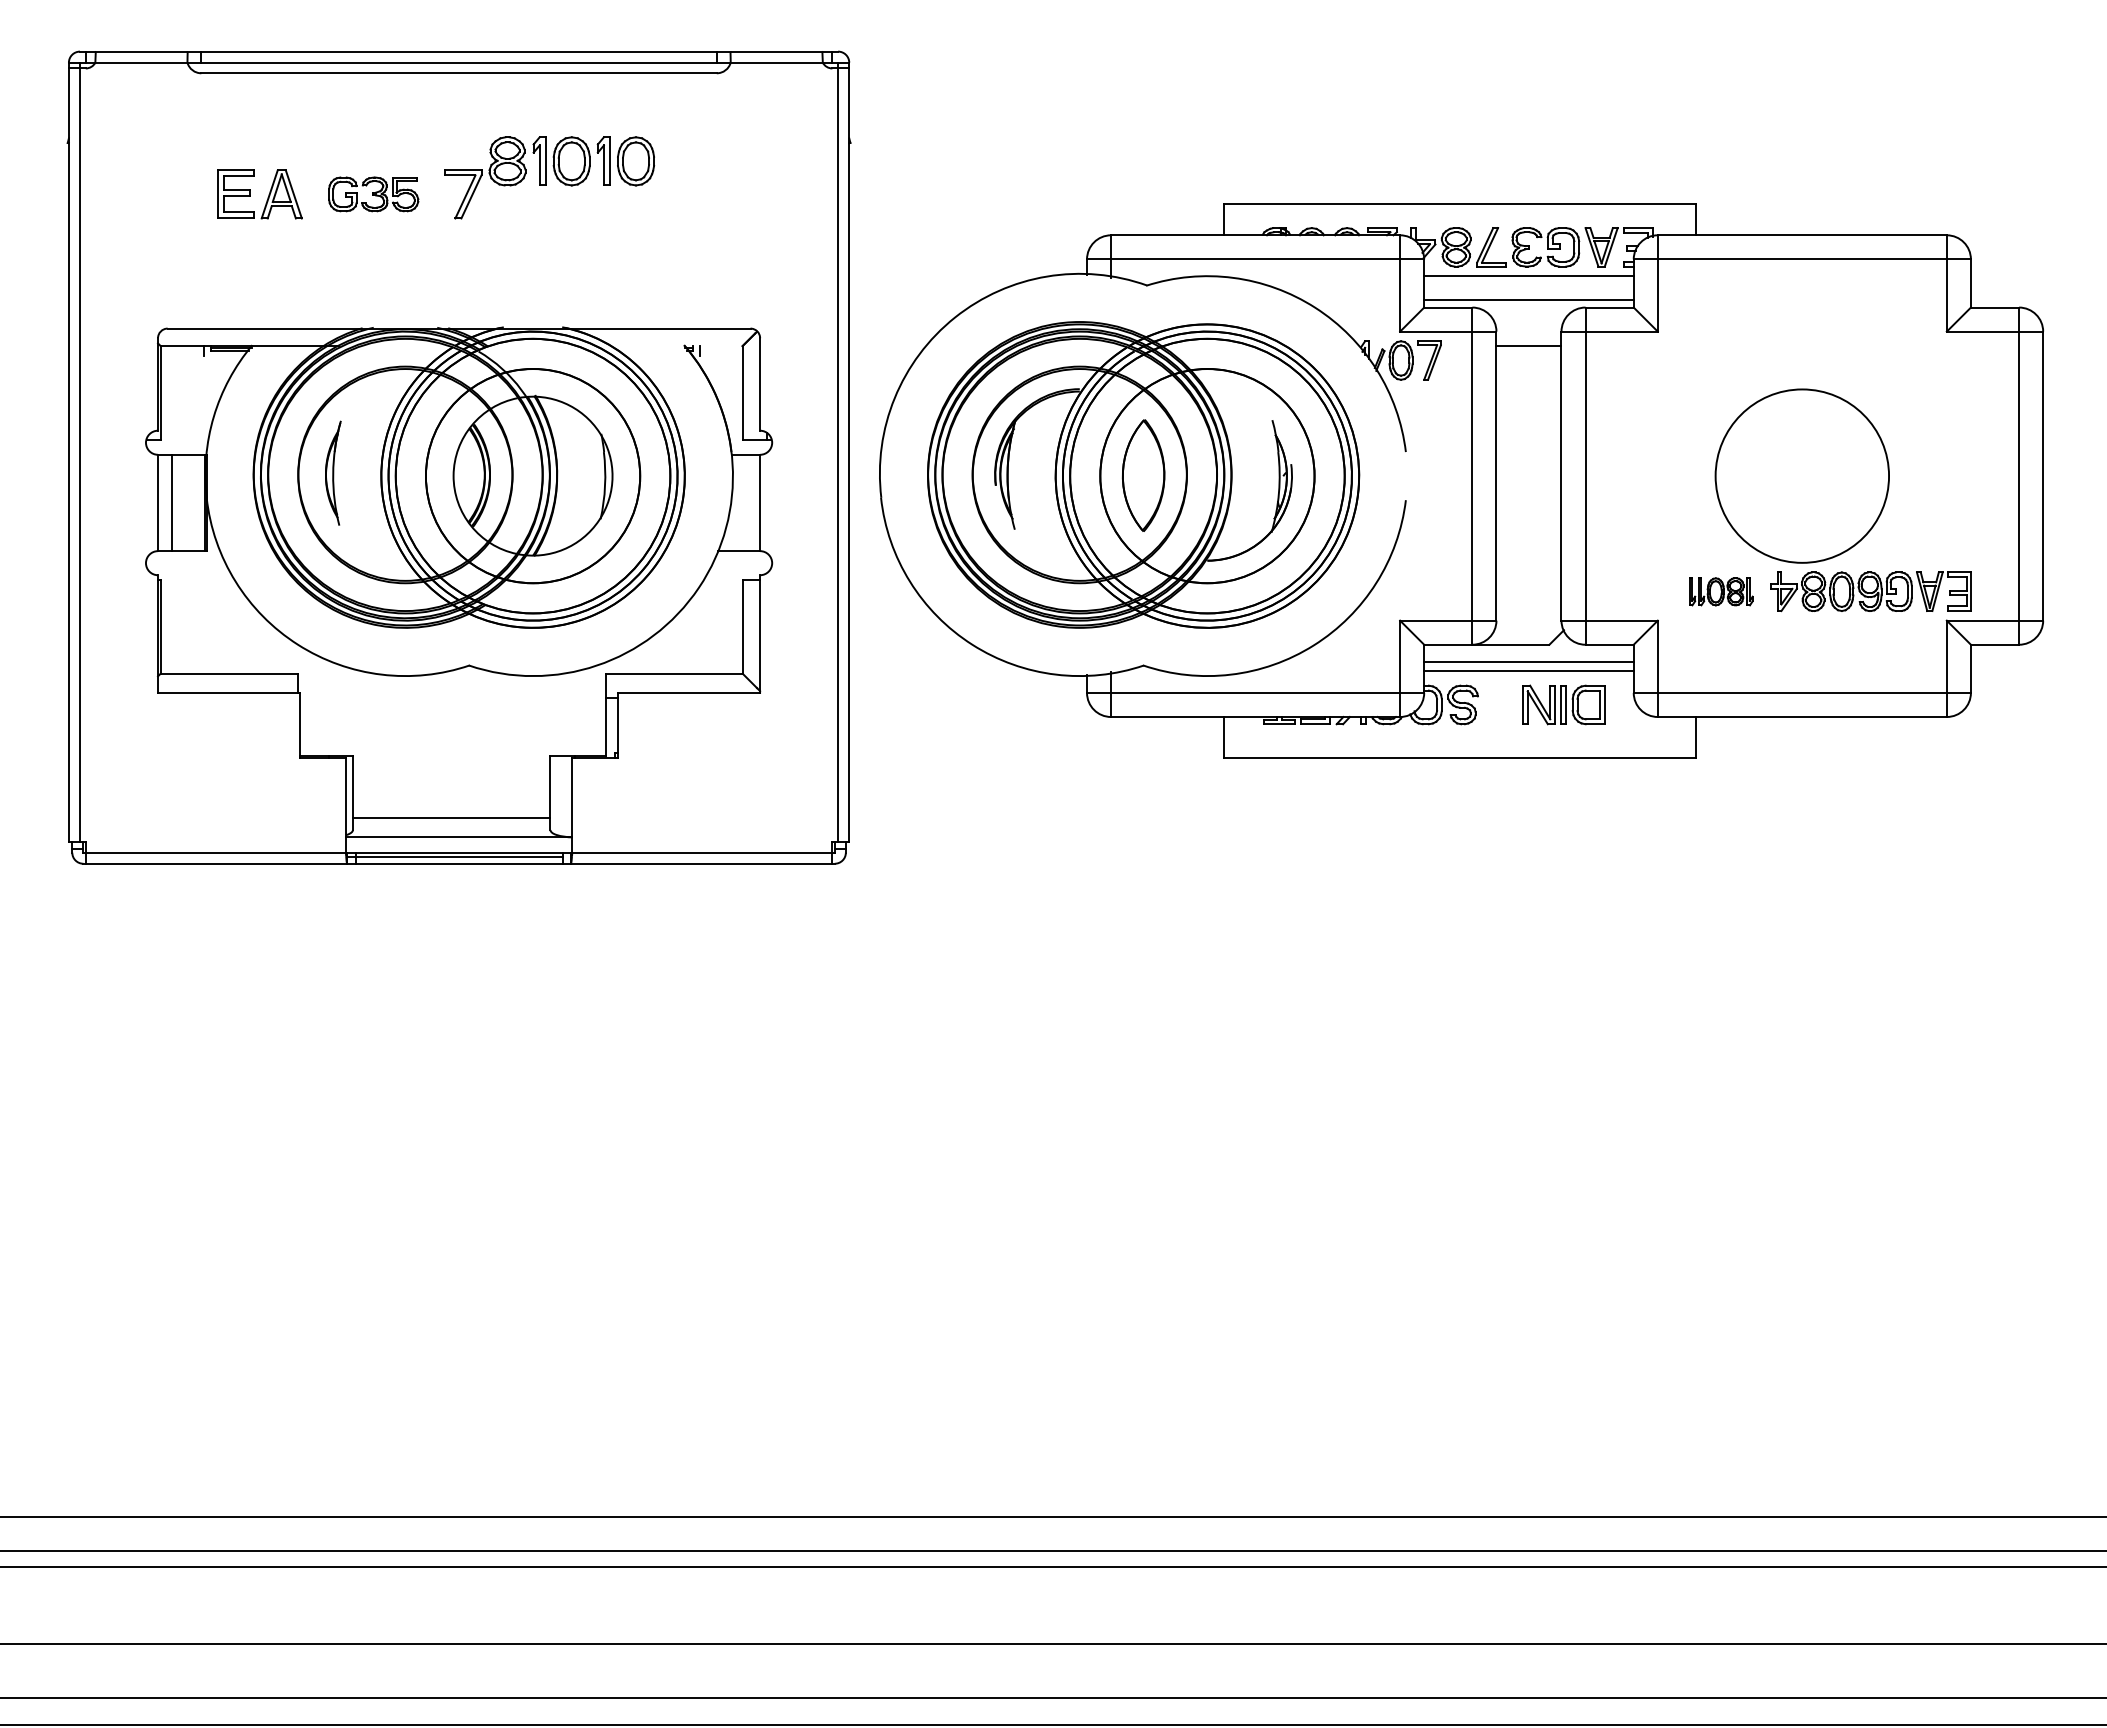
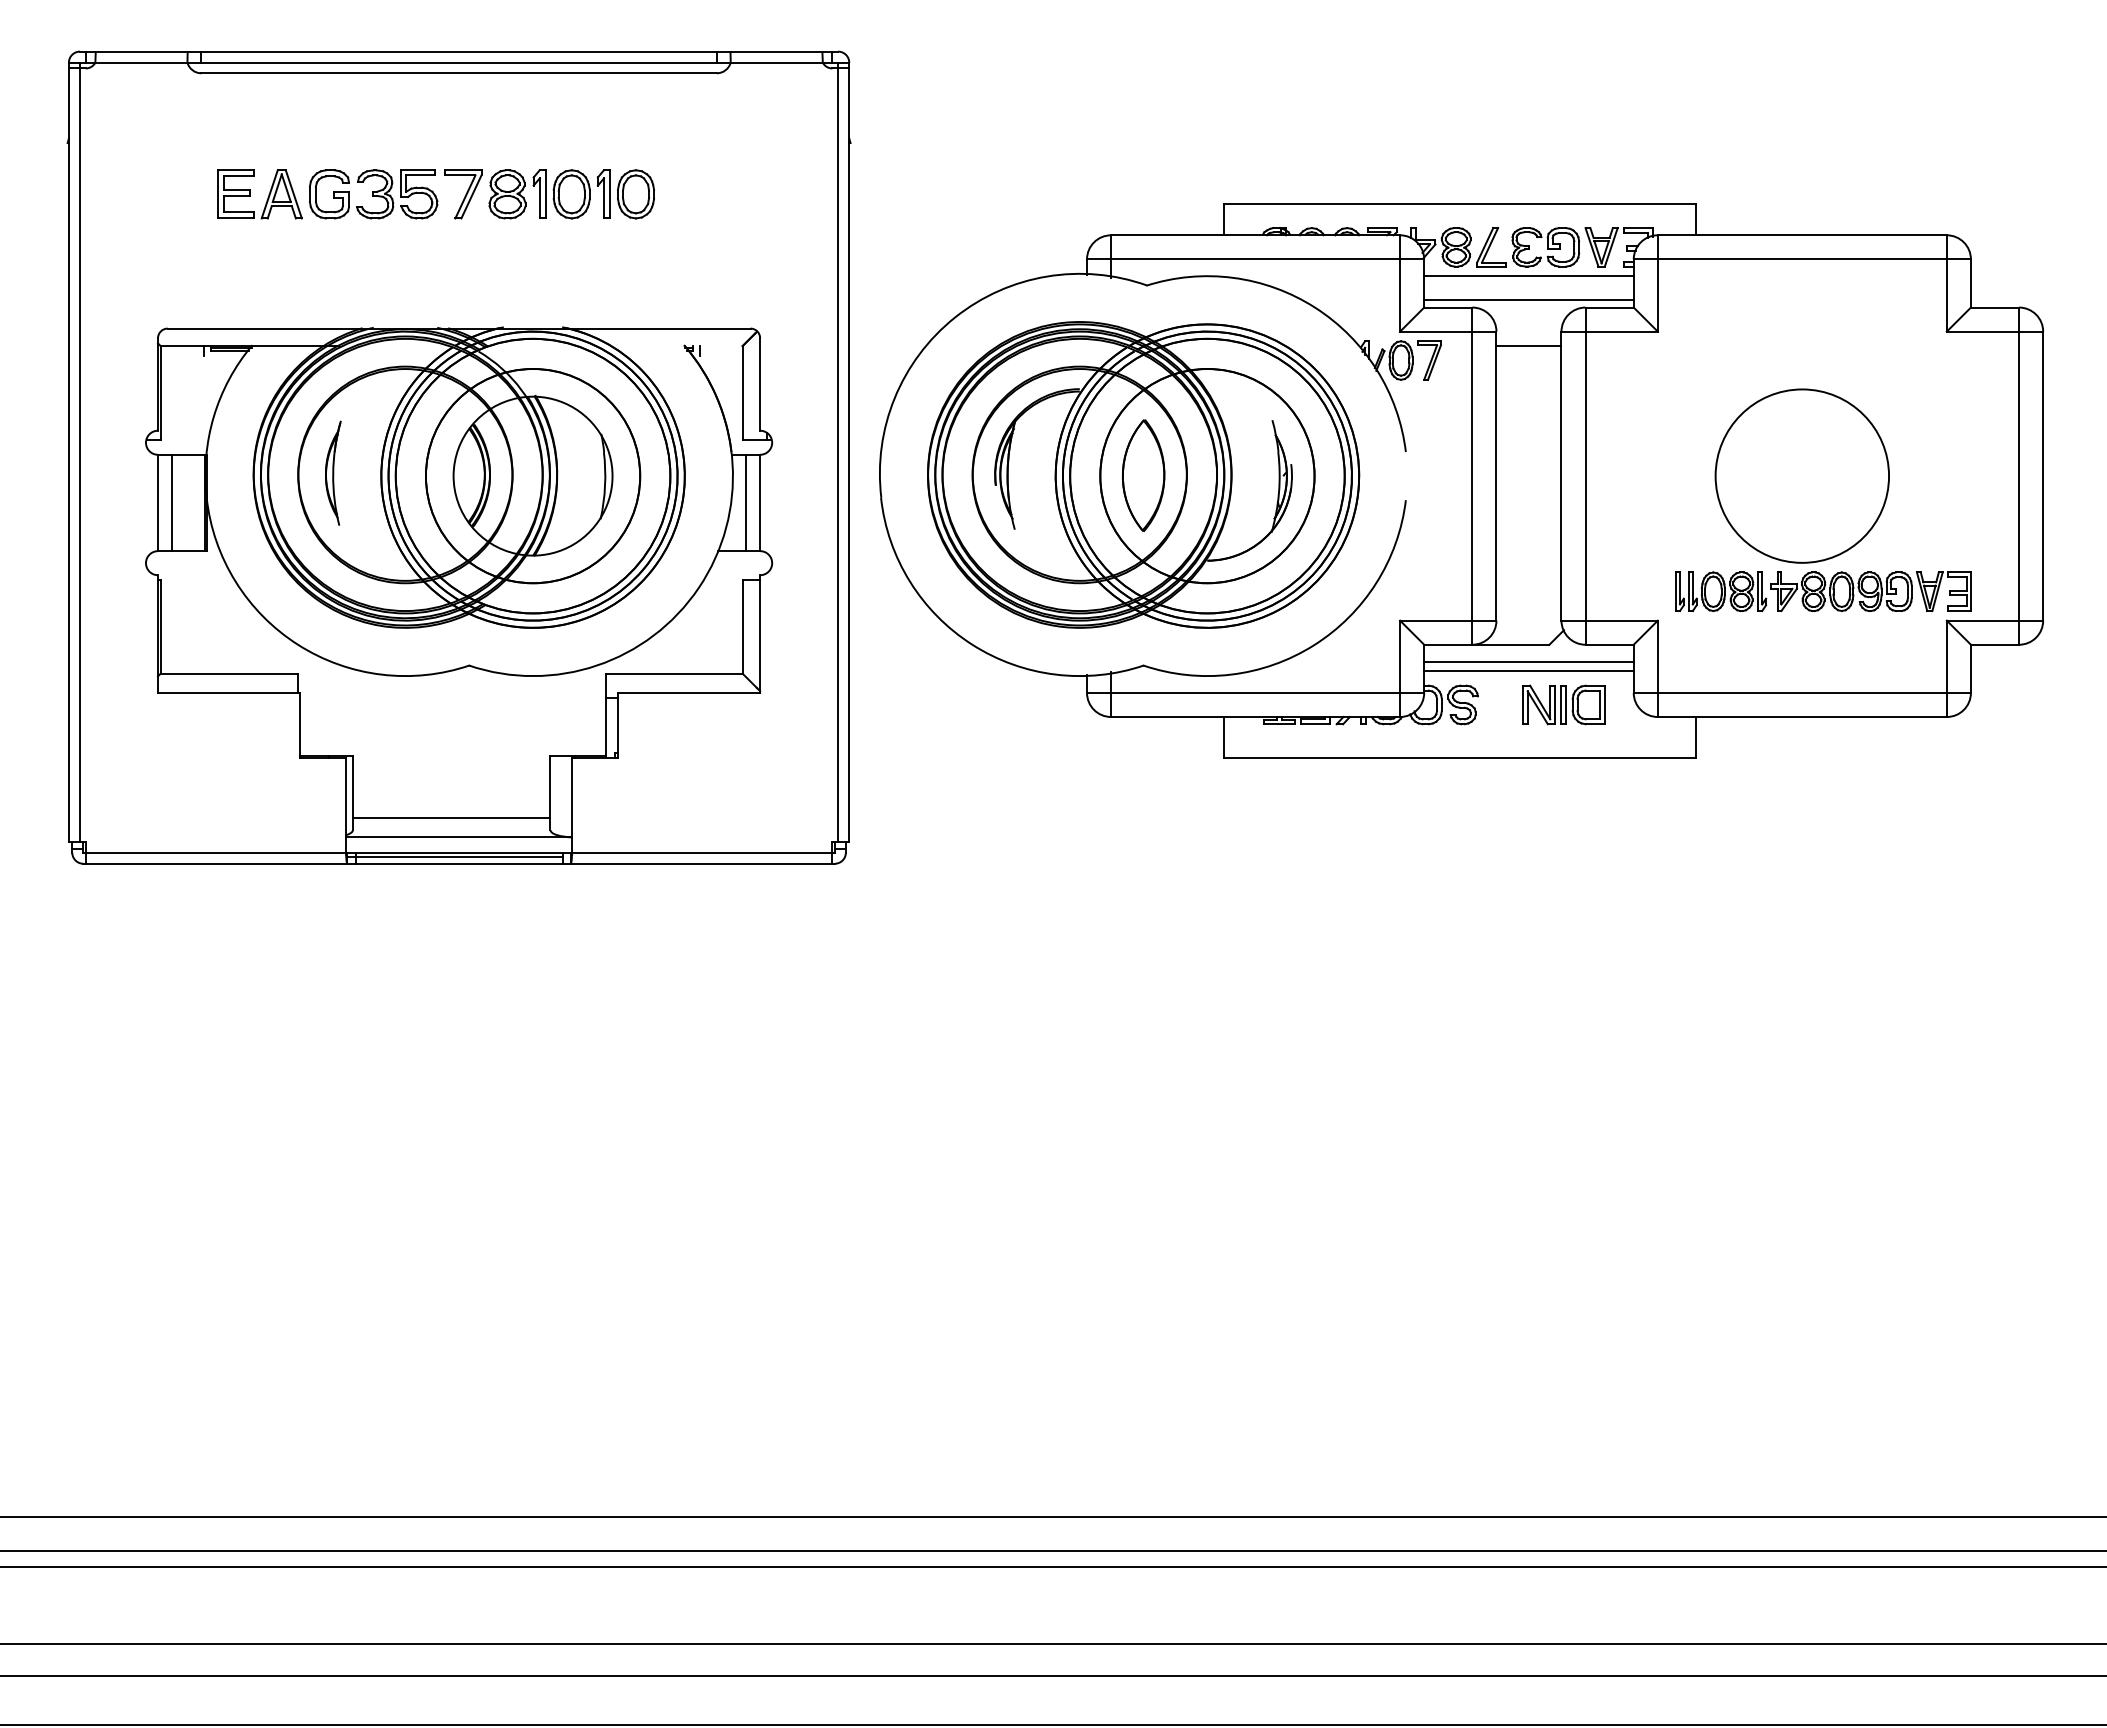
part at (571, 161) position: (571, 161) -> (571, 194)
part at (373, 194) size: 92x37 px -> 130x51 px
line at (745, 502): none -> present
part at (1721, 591) size: 65x30 px -> 93x42 px
line at (1052, 1698) position: (1052, 1698) -> (1052, 1676)
